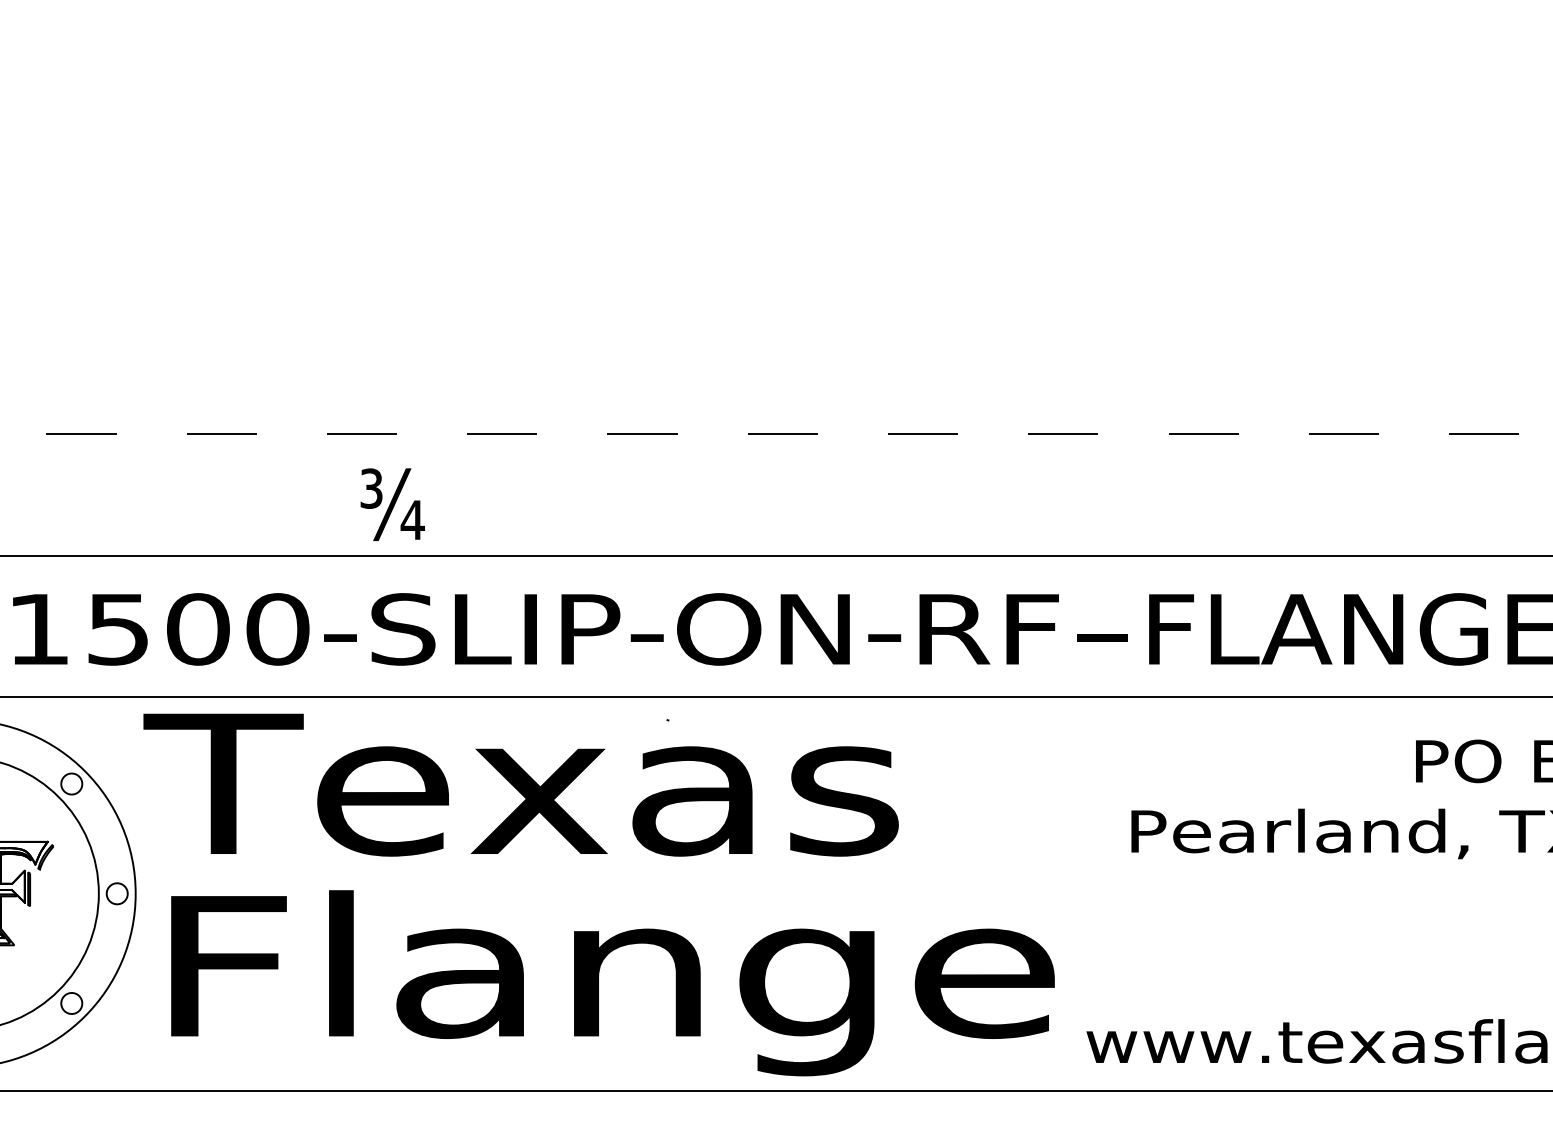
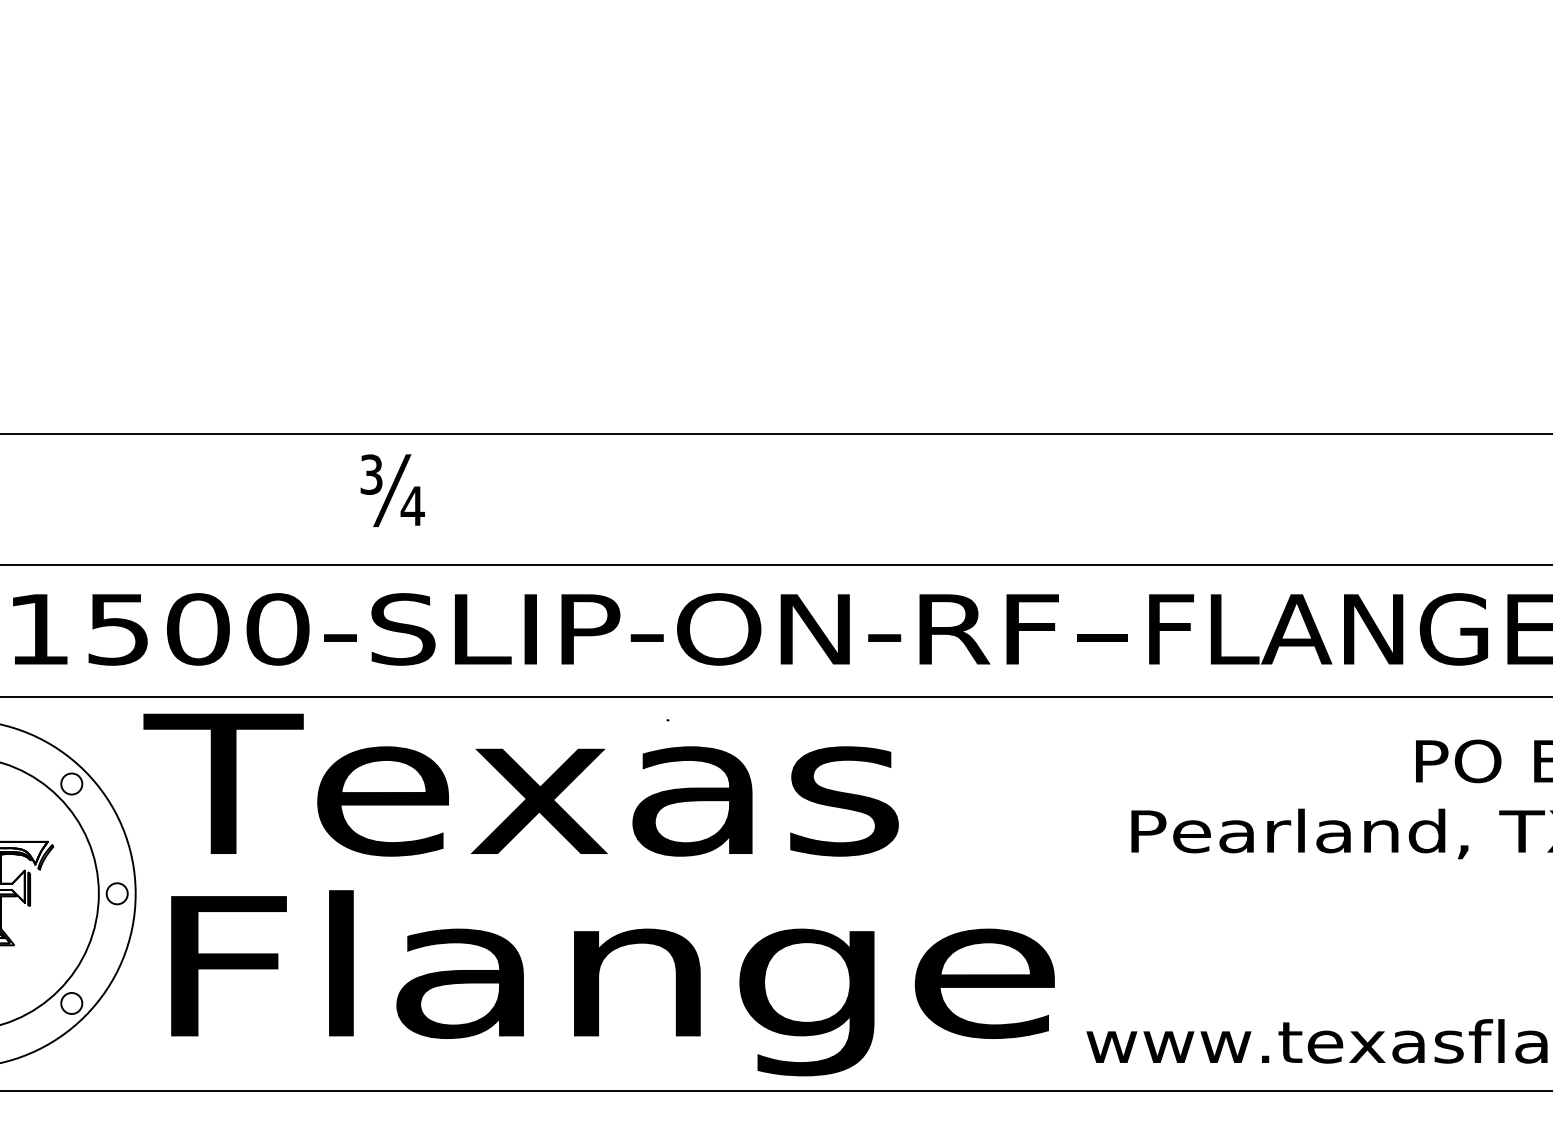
line at (776, 433): dashed -> solid
text at (392, 504) position: (392, 504) -> (392, 490)
line at (775, 556) position: (775, 556) -> (775, 565)
